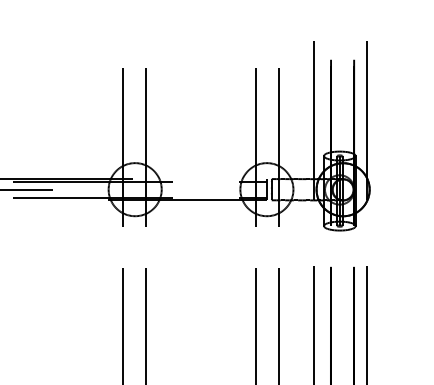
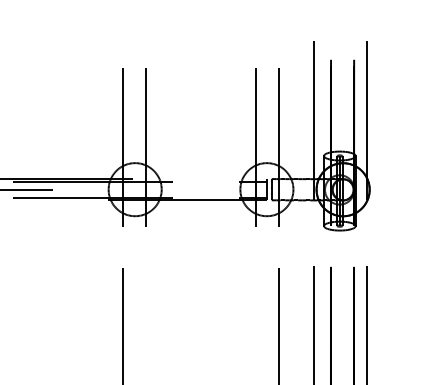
line at (146, 324): present -> none
line at (255, 324): present -> none
